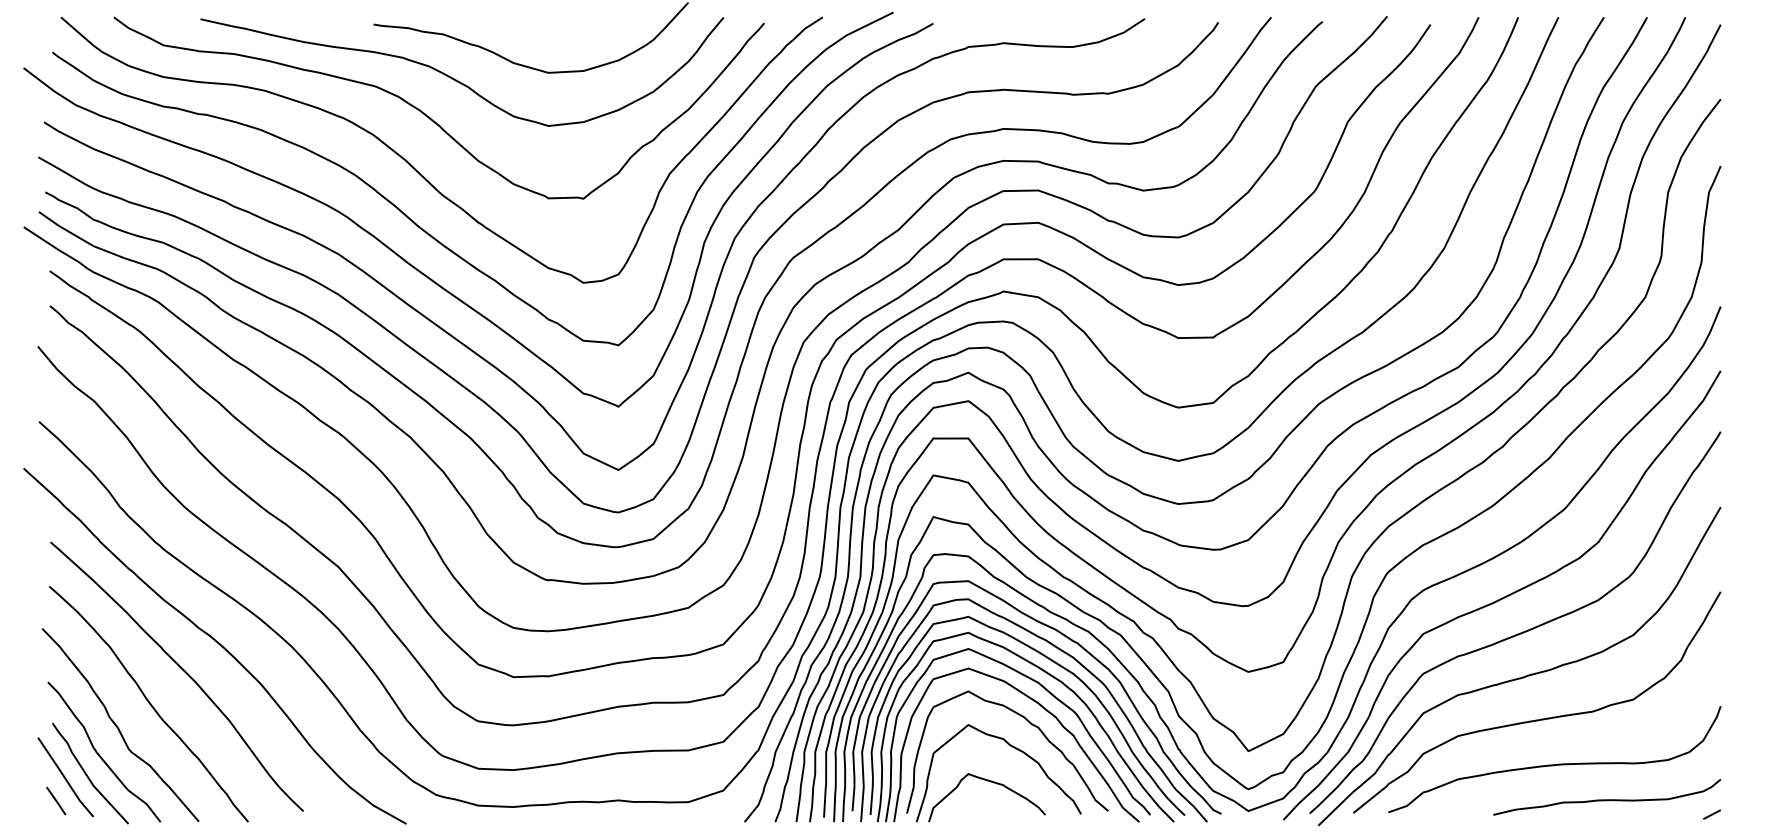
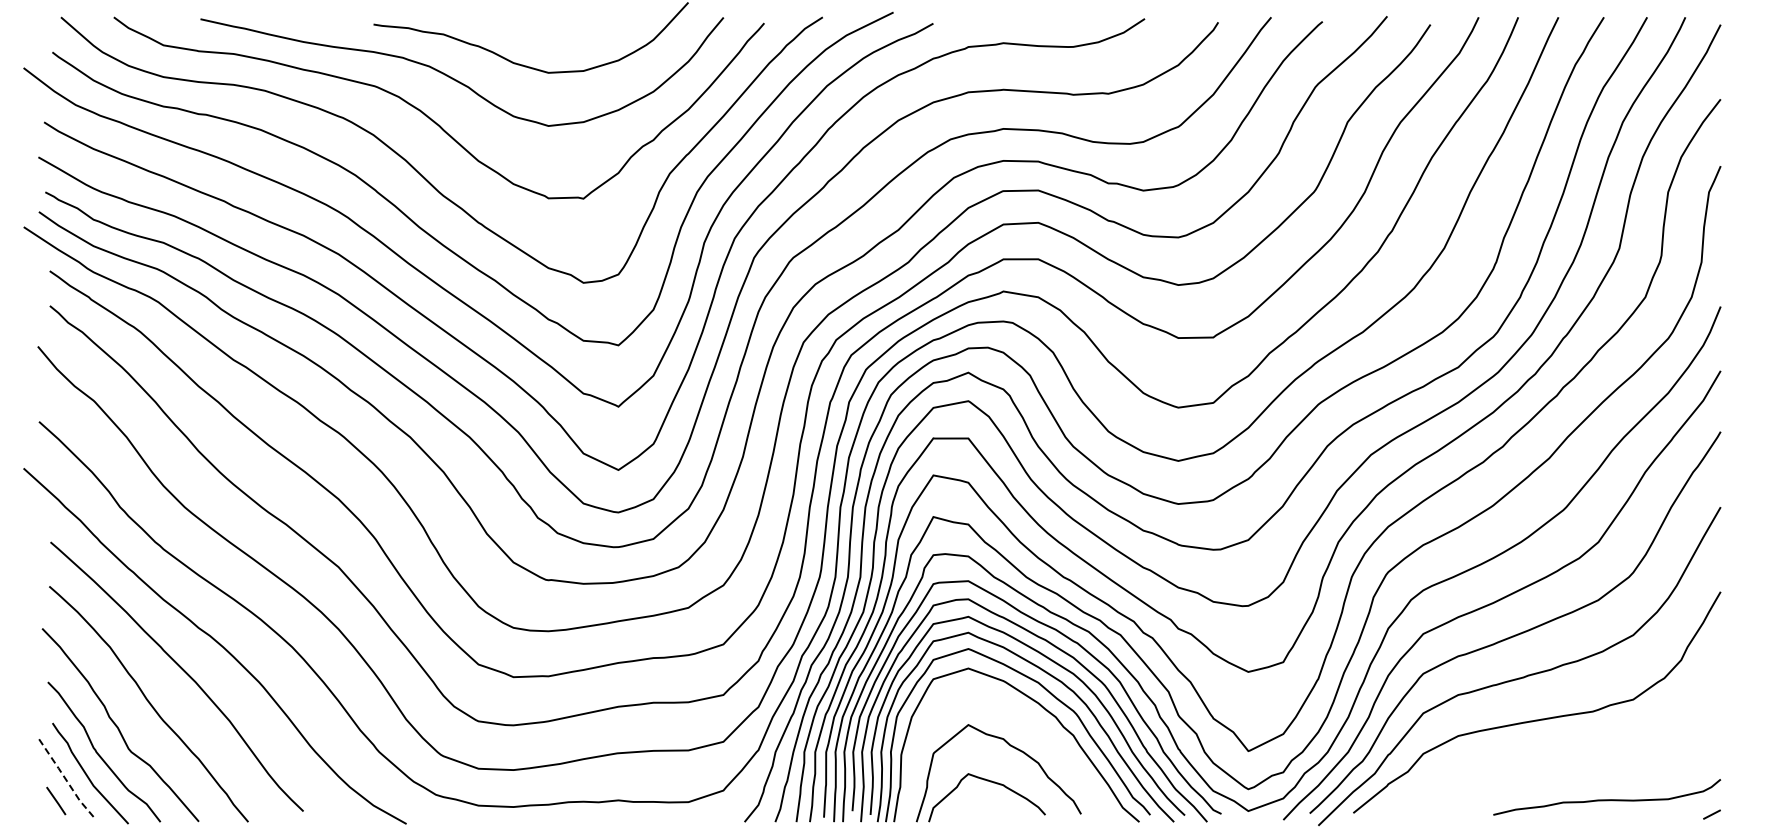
curve at (1030, 724): present -> none
curve at (1554, 764): present -> none
line at (65, 778): solid -> dashed
